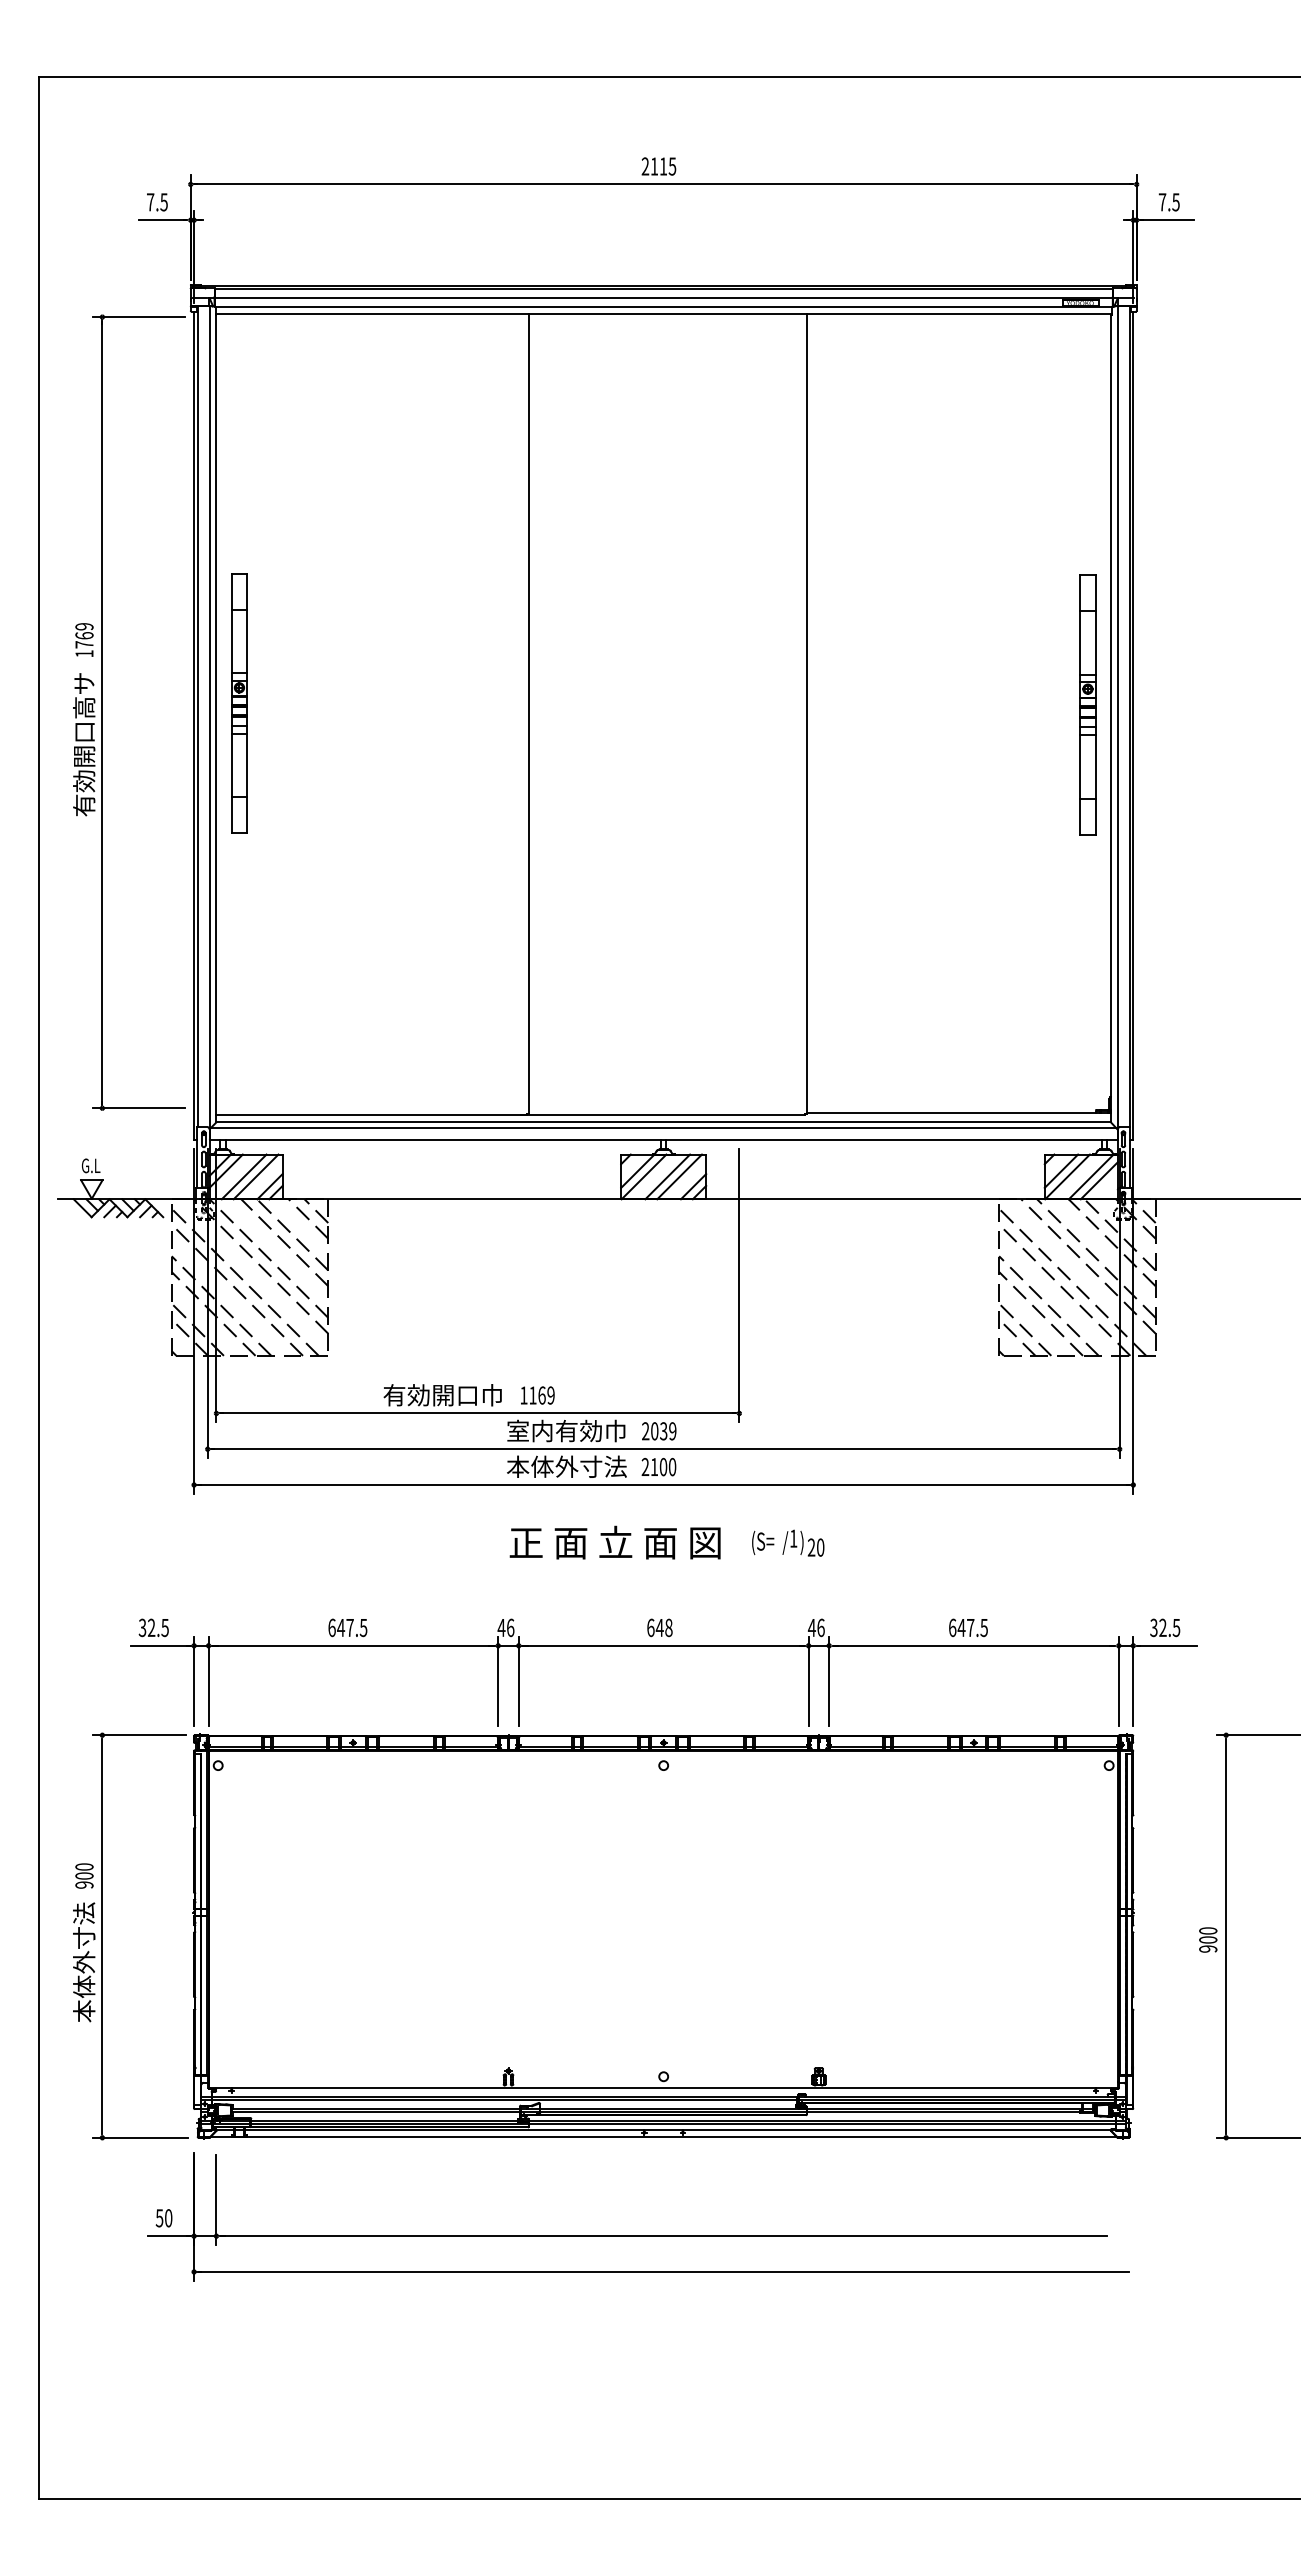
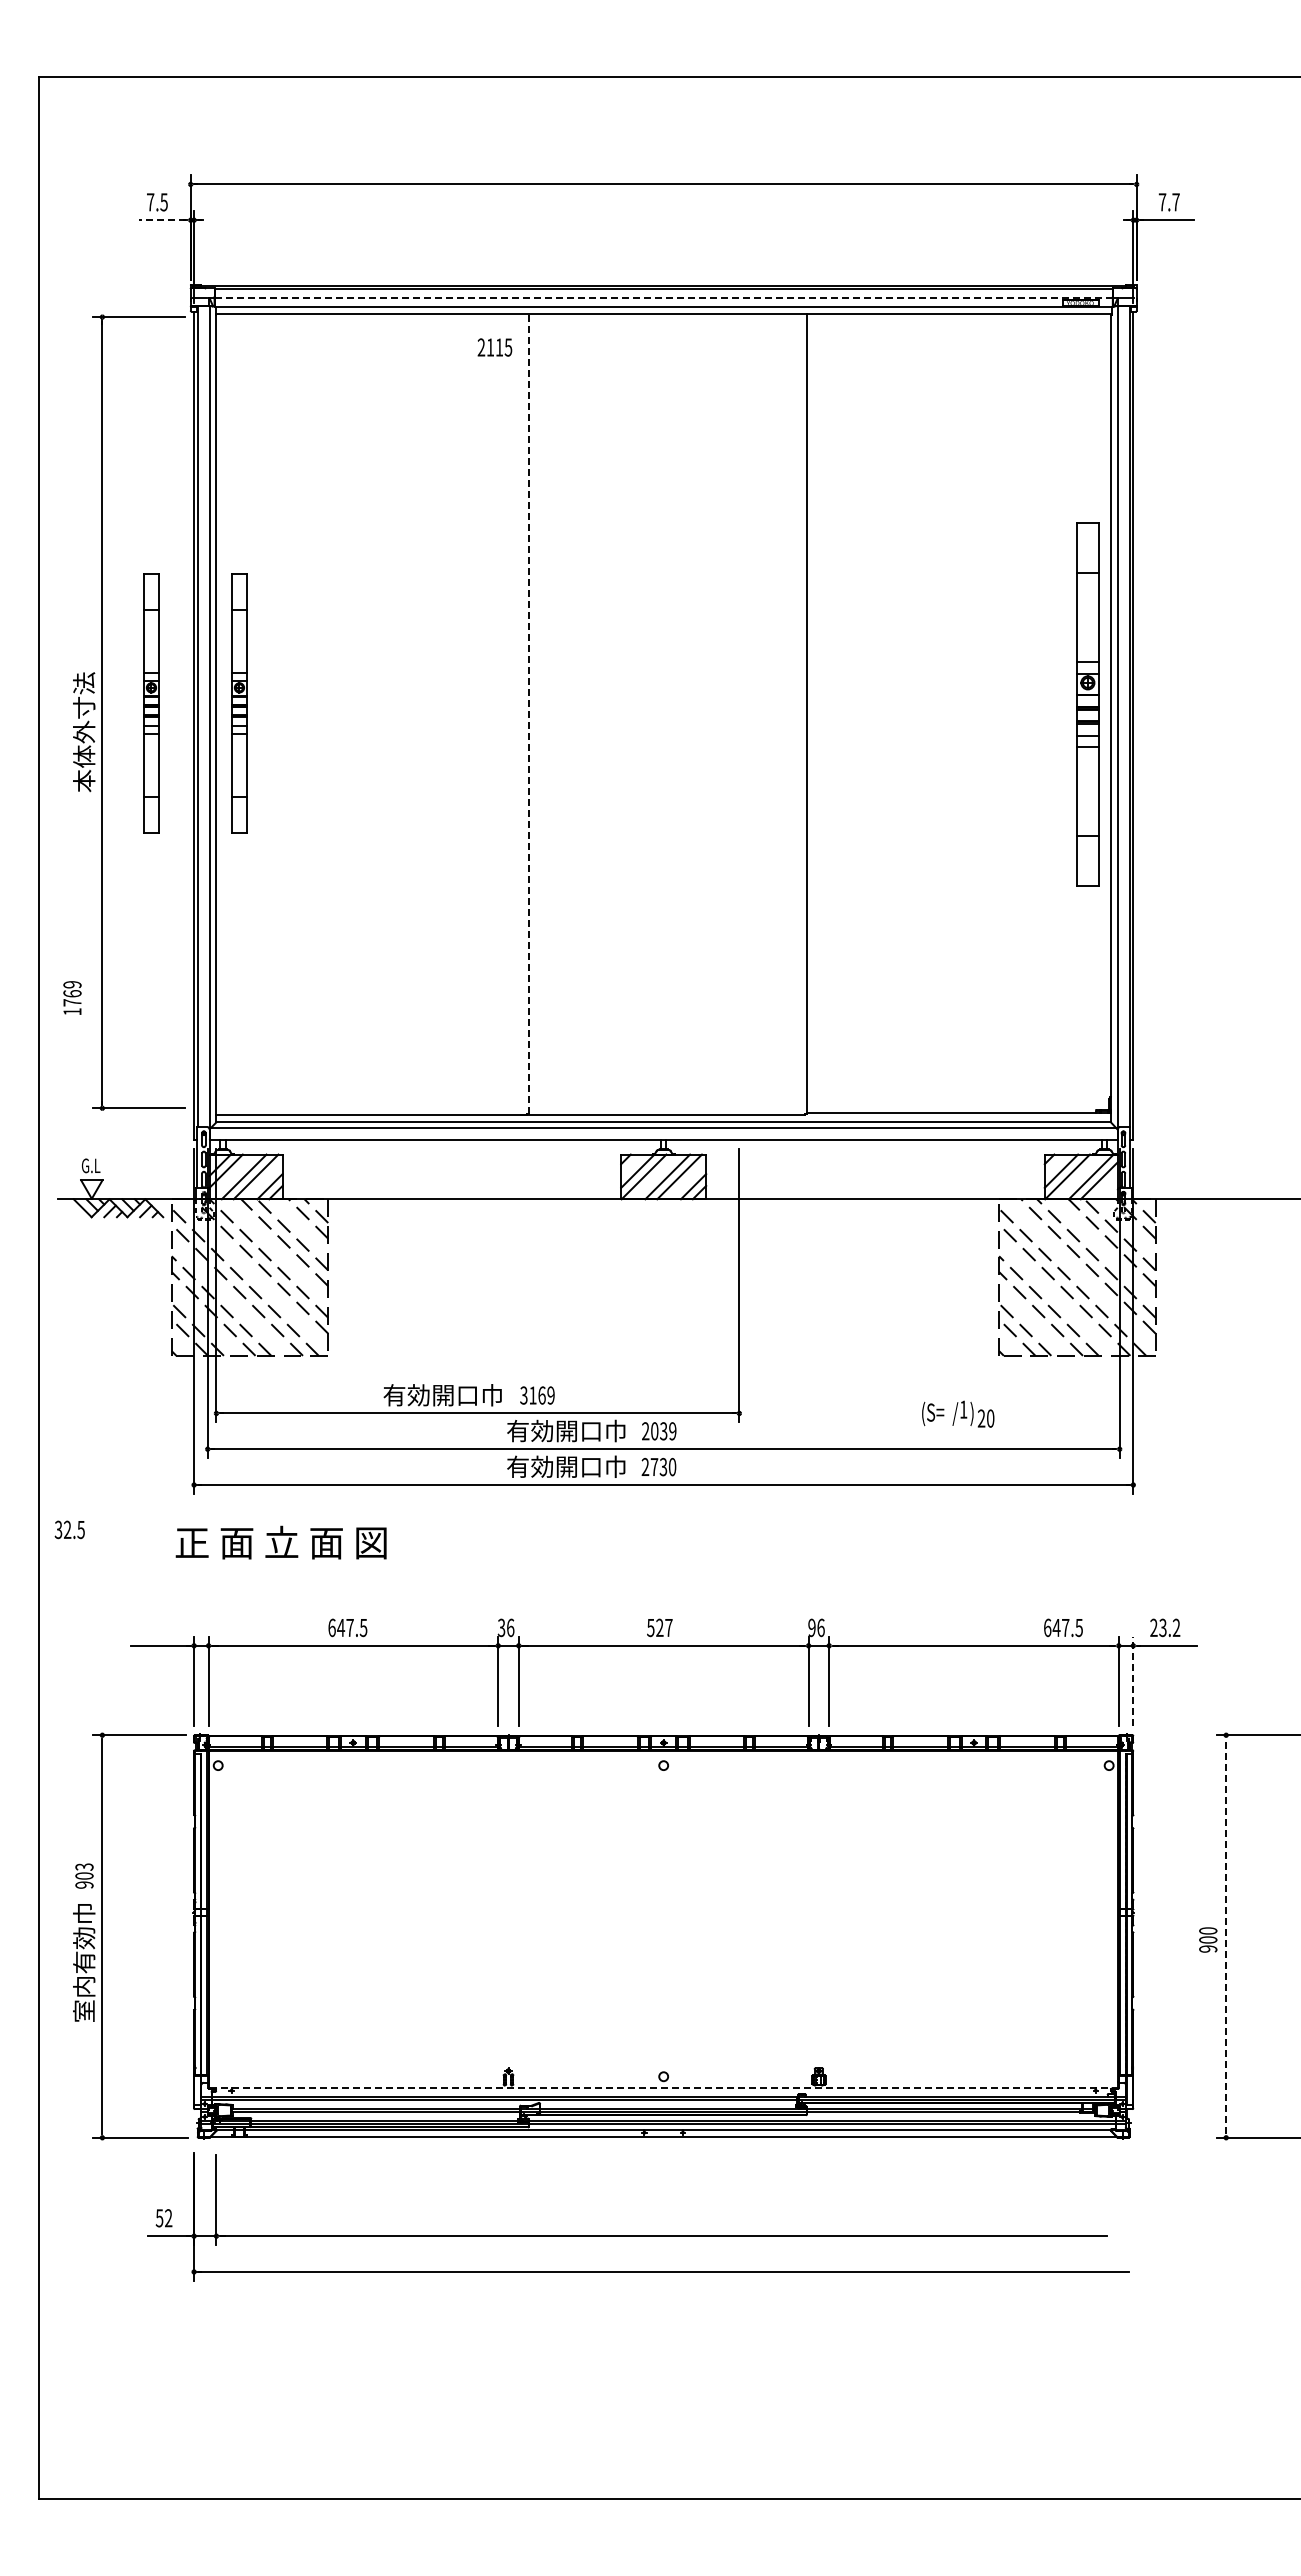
text at (658, 166) position: (658, 166) -> (494, 347)
text at (1175, 202): 7.5 -> 7.7
line at (162, 220): solid -> dashed
line at (663, 298): solid -> dashed
text at (84, 639) position: (84, 639) -> (72, 997)
part at (151, 703): none -> present
part at (1087, 704) size: 18x262 px -> 24x365 px
line at (528, 714): solid -> dashed
text at (84, 744): 有効開口高サ -> 本体外寸法
text at (523, 1395): 1169 -> 3169
text at (554, 1430): 室内有効巾 -> 有効開口巾
text at (566, 1466): 本体外寸法 -> 有効開口巾
text at (658, 1467): 2100 -> 2730
text at (614, 1542) position: (614, 1542) -> (280, 1542)
text at (788, 1542) position: (788, 1542) -> (958, 1413)
text at (153, 1627) position: (153, 1627) -> (69, 1529)
text at (501, 1627): 46 -> 36
text at (659, 1627): 648 -> 527
text at (811, 1627): 46 -> 96
text at (968, 1627) position: (968, 1627) -> (1063, 1627)
text at (1165, 1627): 32.5 -> 23.2
line at (1133, 1681): solid -> dashed
text at (84, 1866): 900 -> 903
line at (1226, 1936): solid -> dashed
text at (84, 1962): 本体外寸法 -> 室内有効巾
line at (663, 2088): solid -> dashed
text at (168, 2218): 50 -> 52
